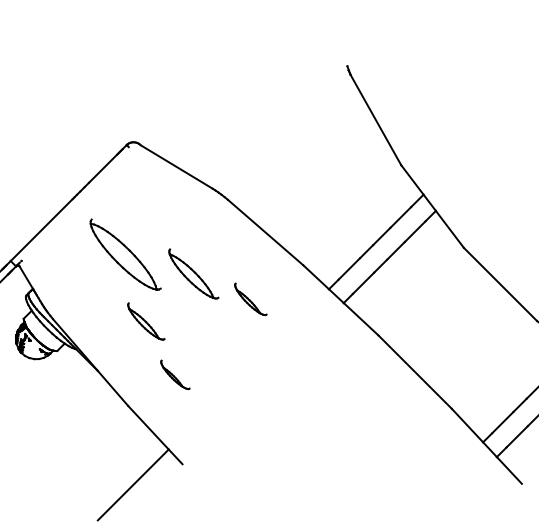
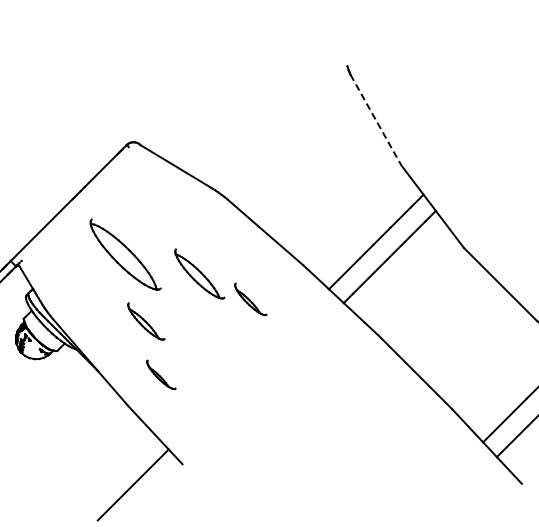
line at (375, 120): solid -> dashed
part at (193, 273) position: (193, 273) -> (199, 273)
part at (175, 374) position: (175, 374) -> (161, 374)
